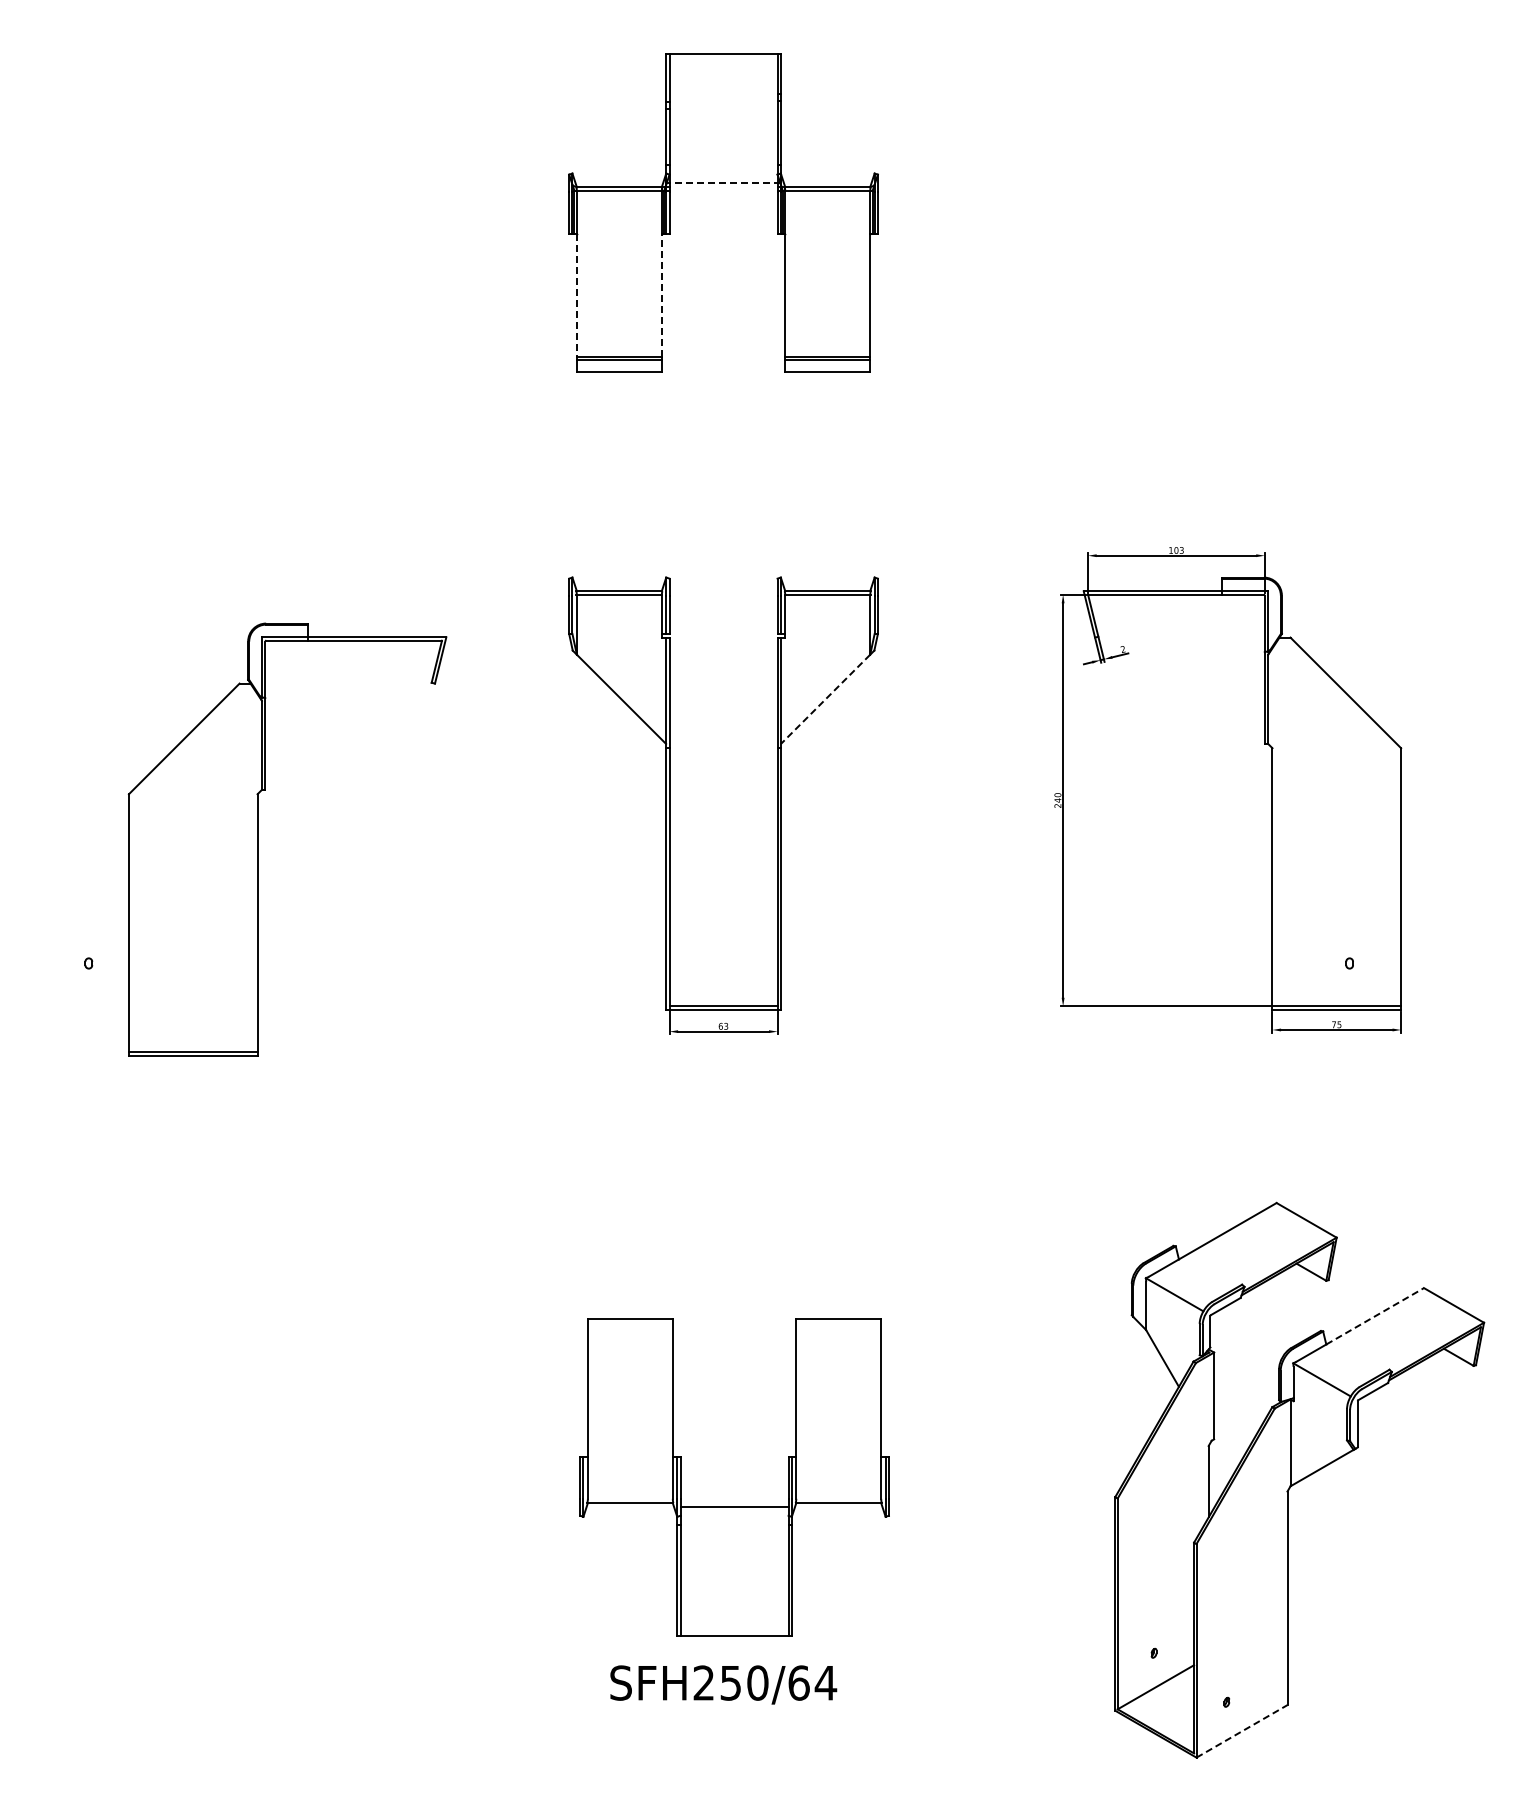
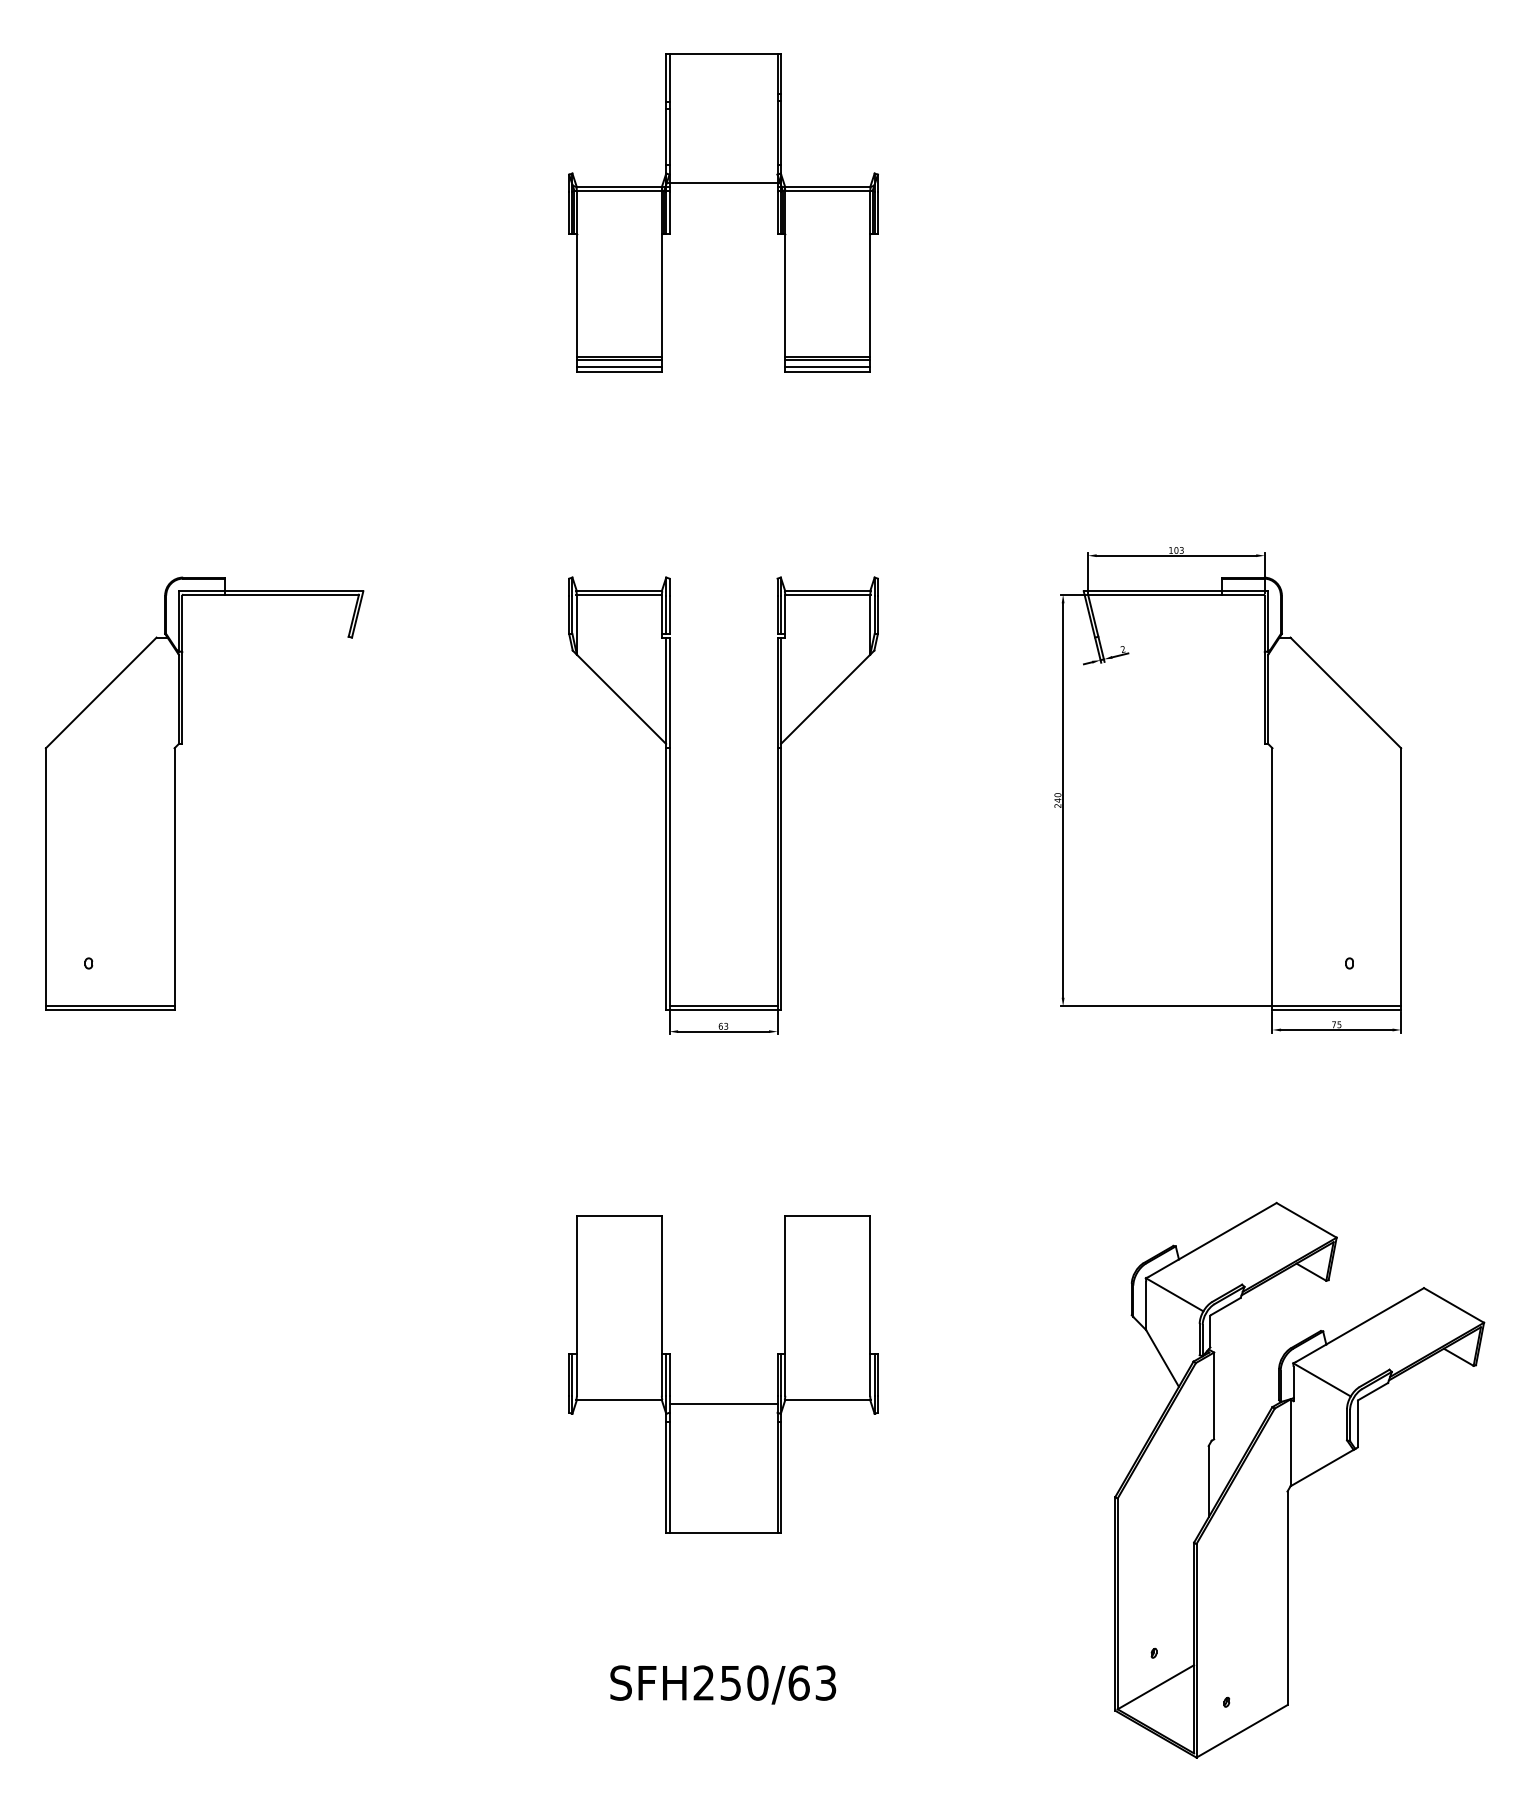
line at (723, 183): dashed -> solid
line at (576, 295): dashed -> solid
line at (661, 295): dashed -> solid
line at (618, 367): none -> present
line at (827, 367): none -> present
line at (825, 699): dashed -> solid
part at (258, 839) position: (258, 839) -> (175, 793)
line at (1375, 1316): dashed -> solid
part at (734, 1506) position: (734, 1506) -> (723, 1403)
text at (825, 1682): SFH250/64 -> SFH250/63
line at (1242, 1731): dashed -> solid
